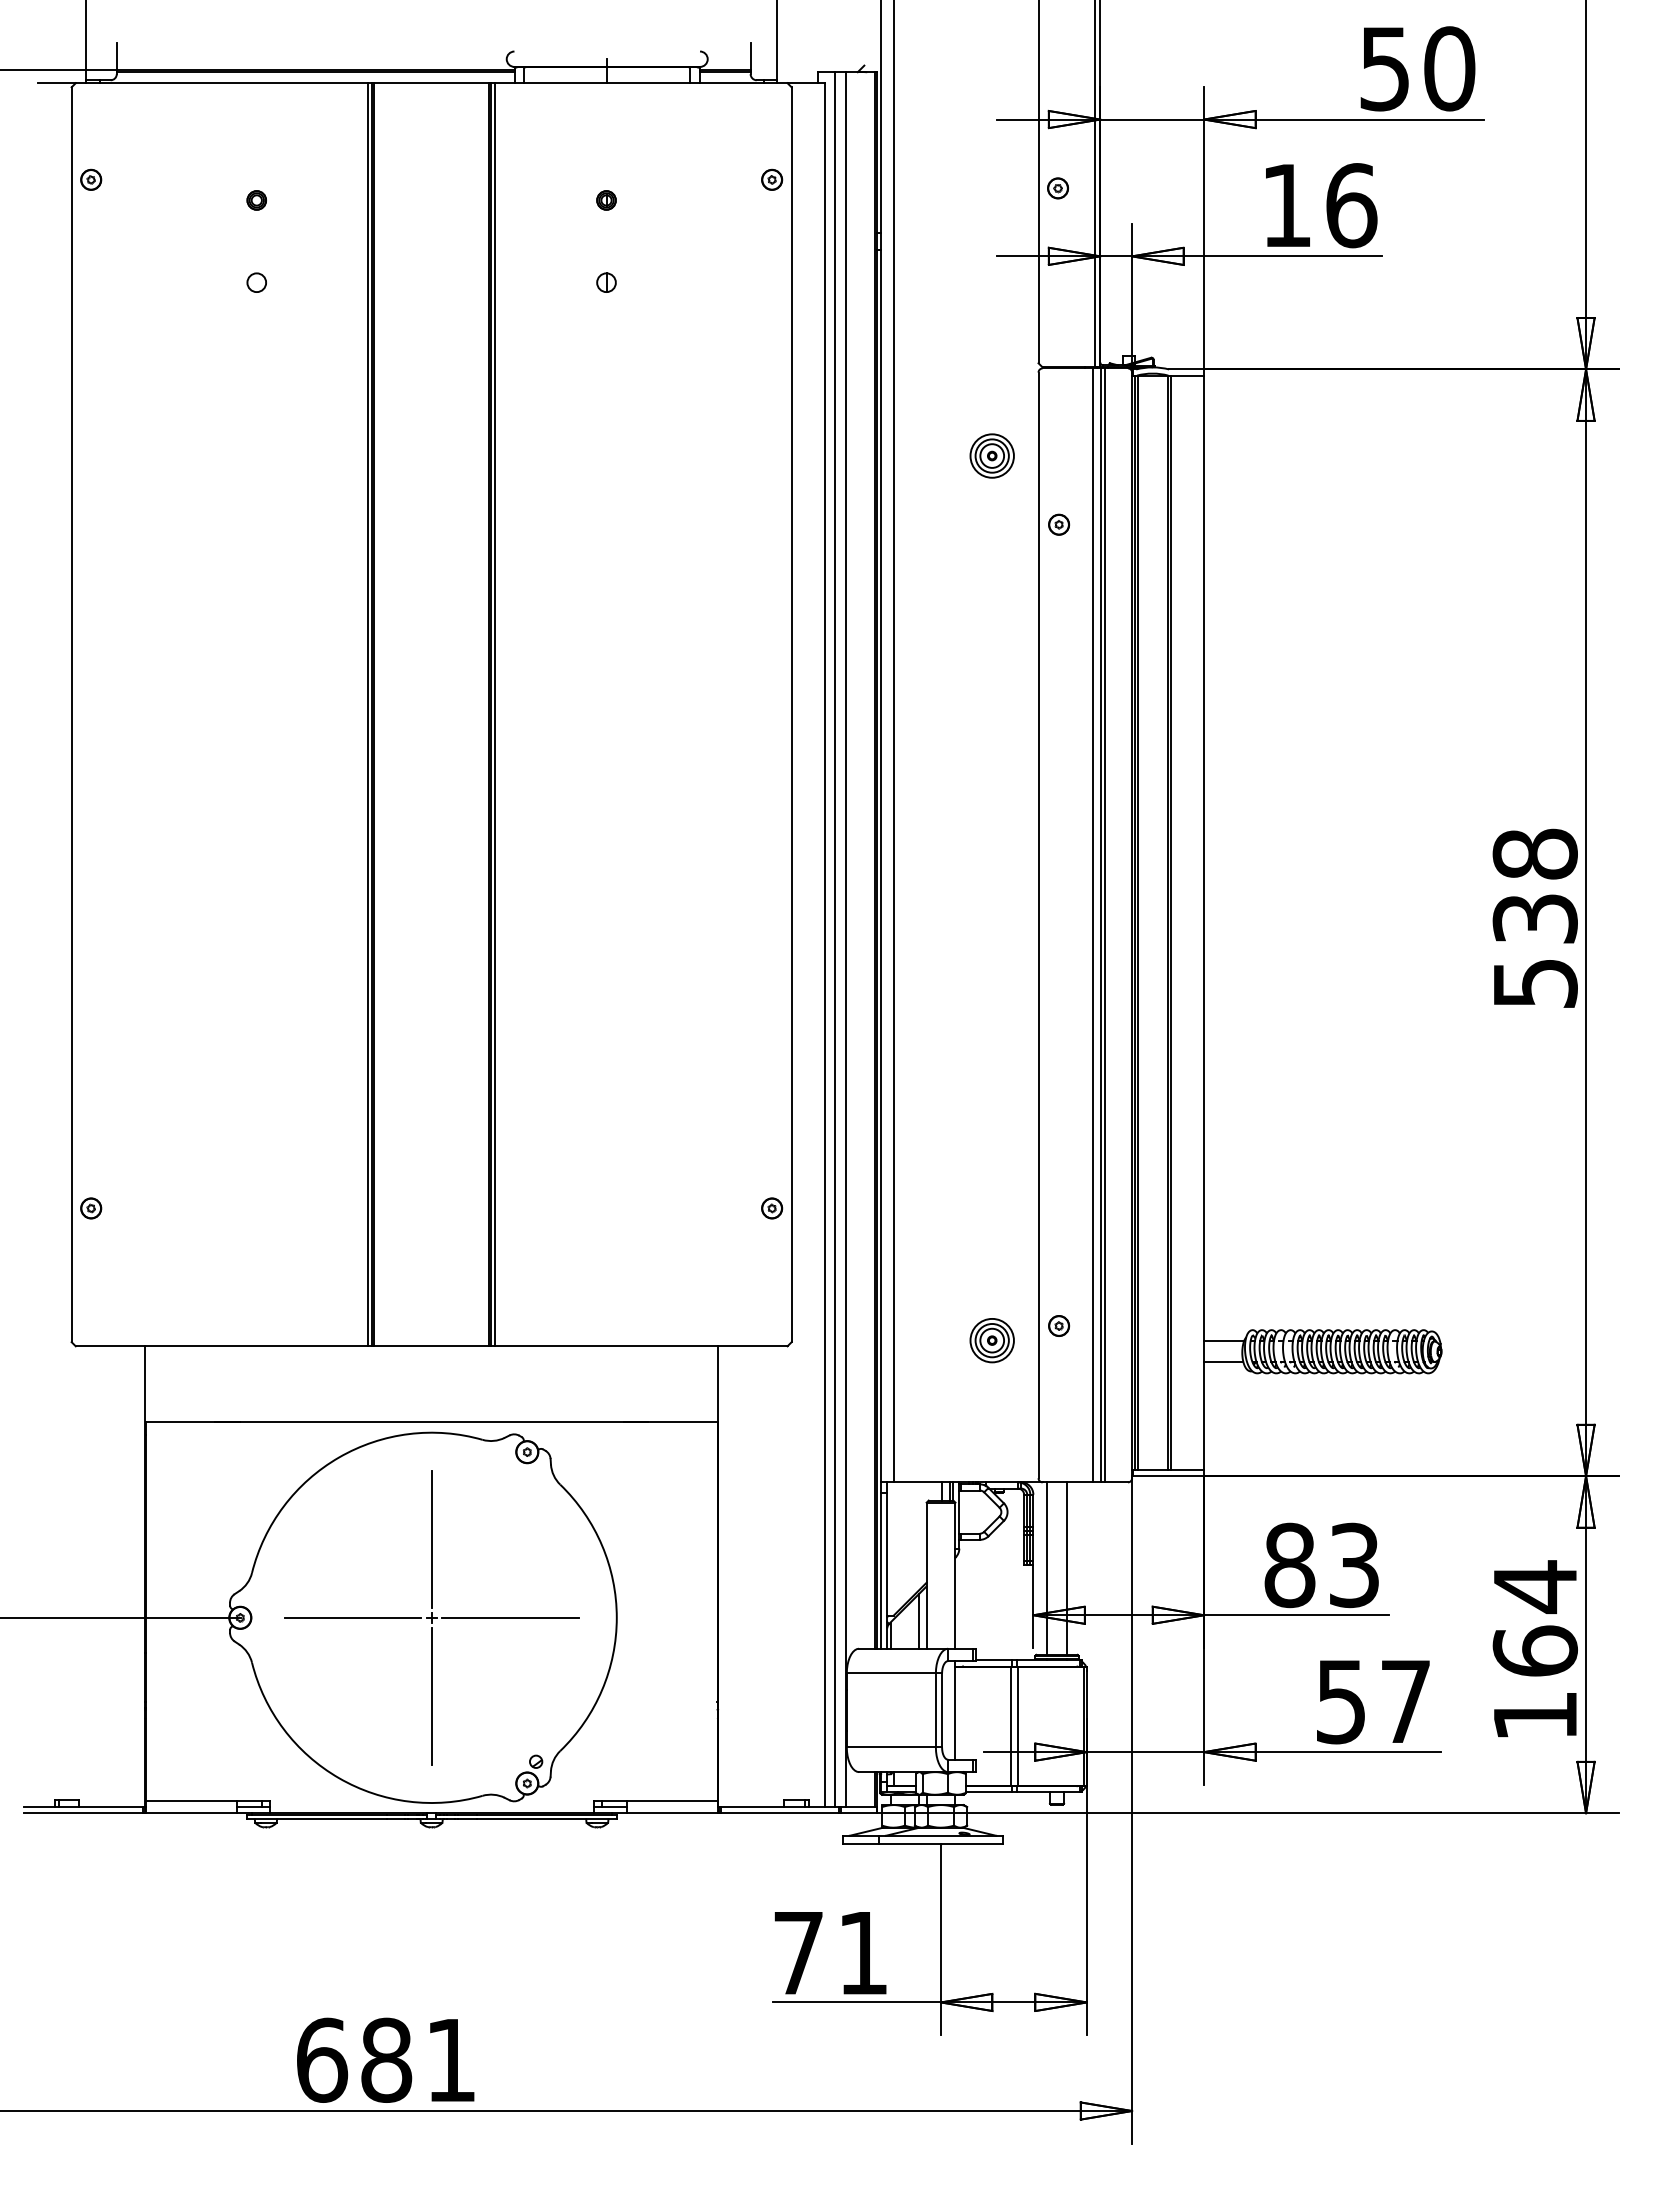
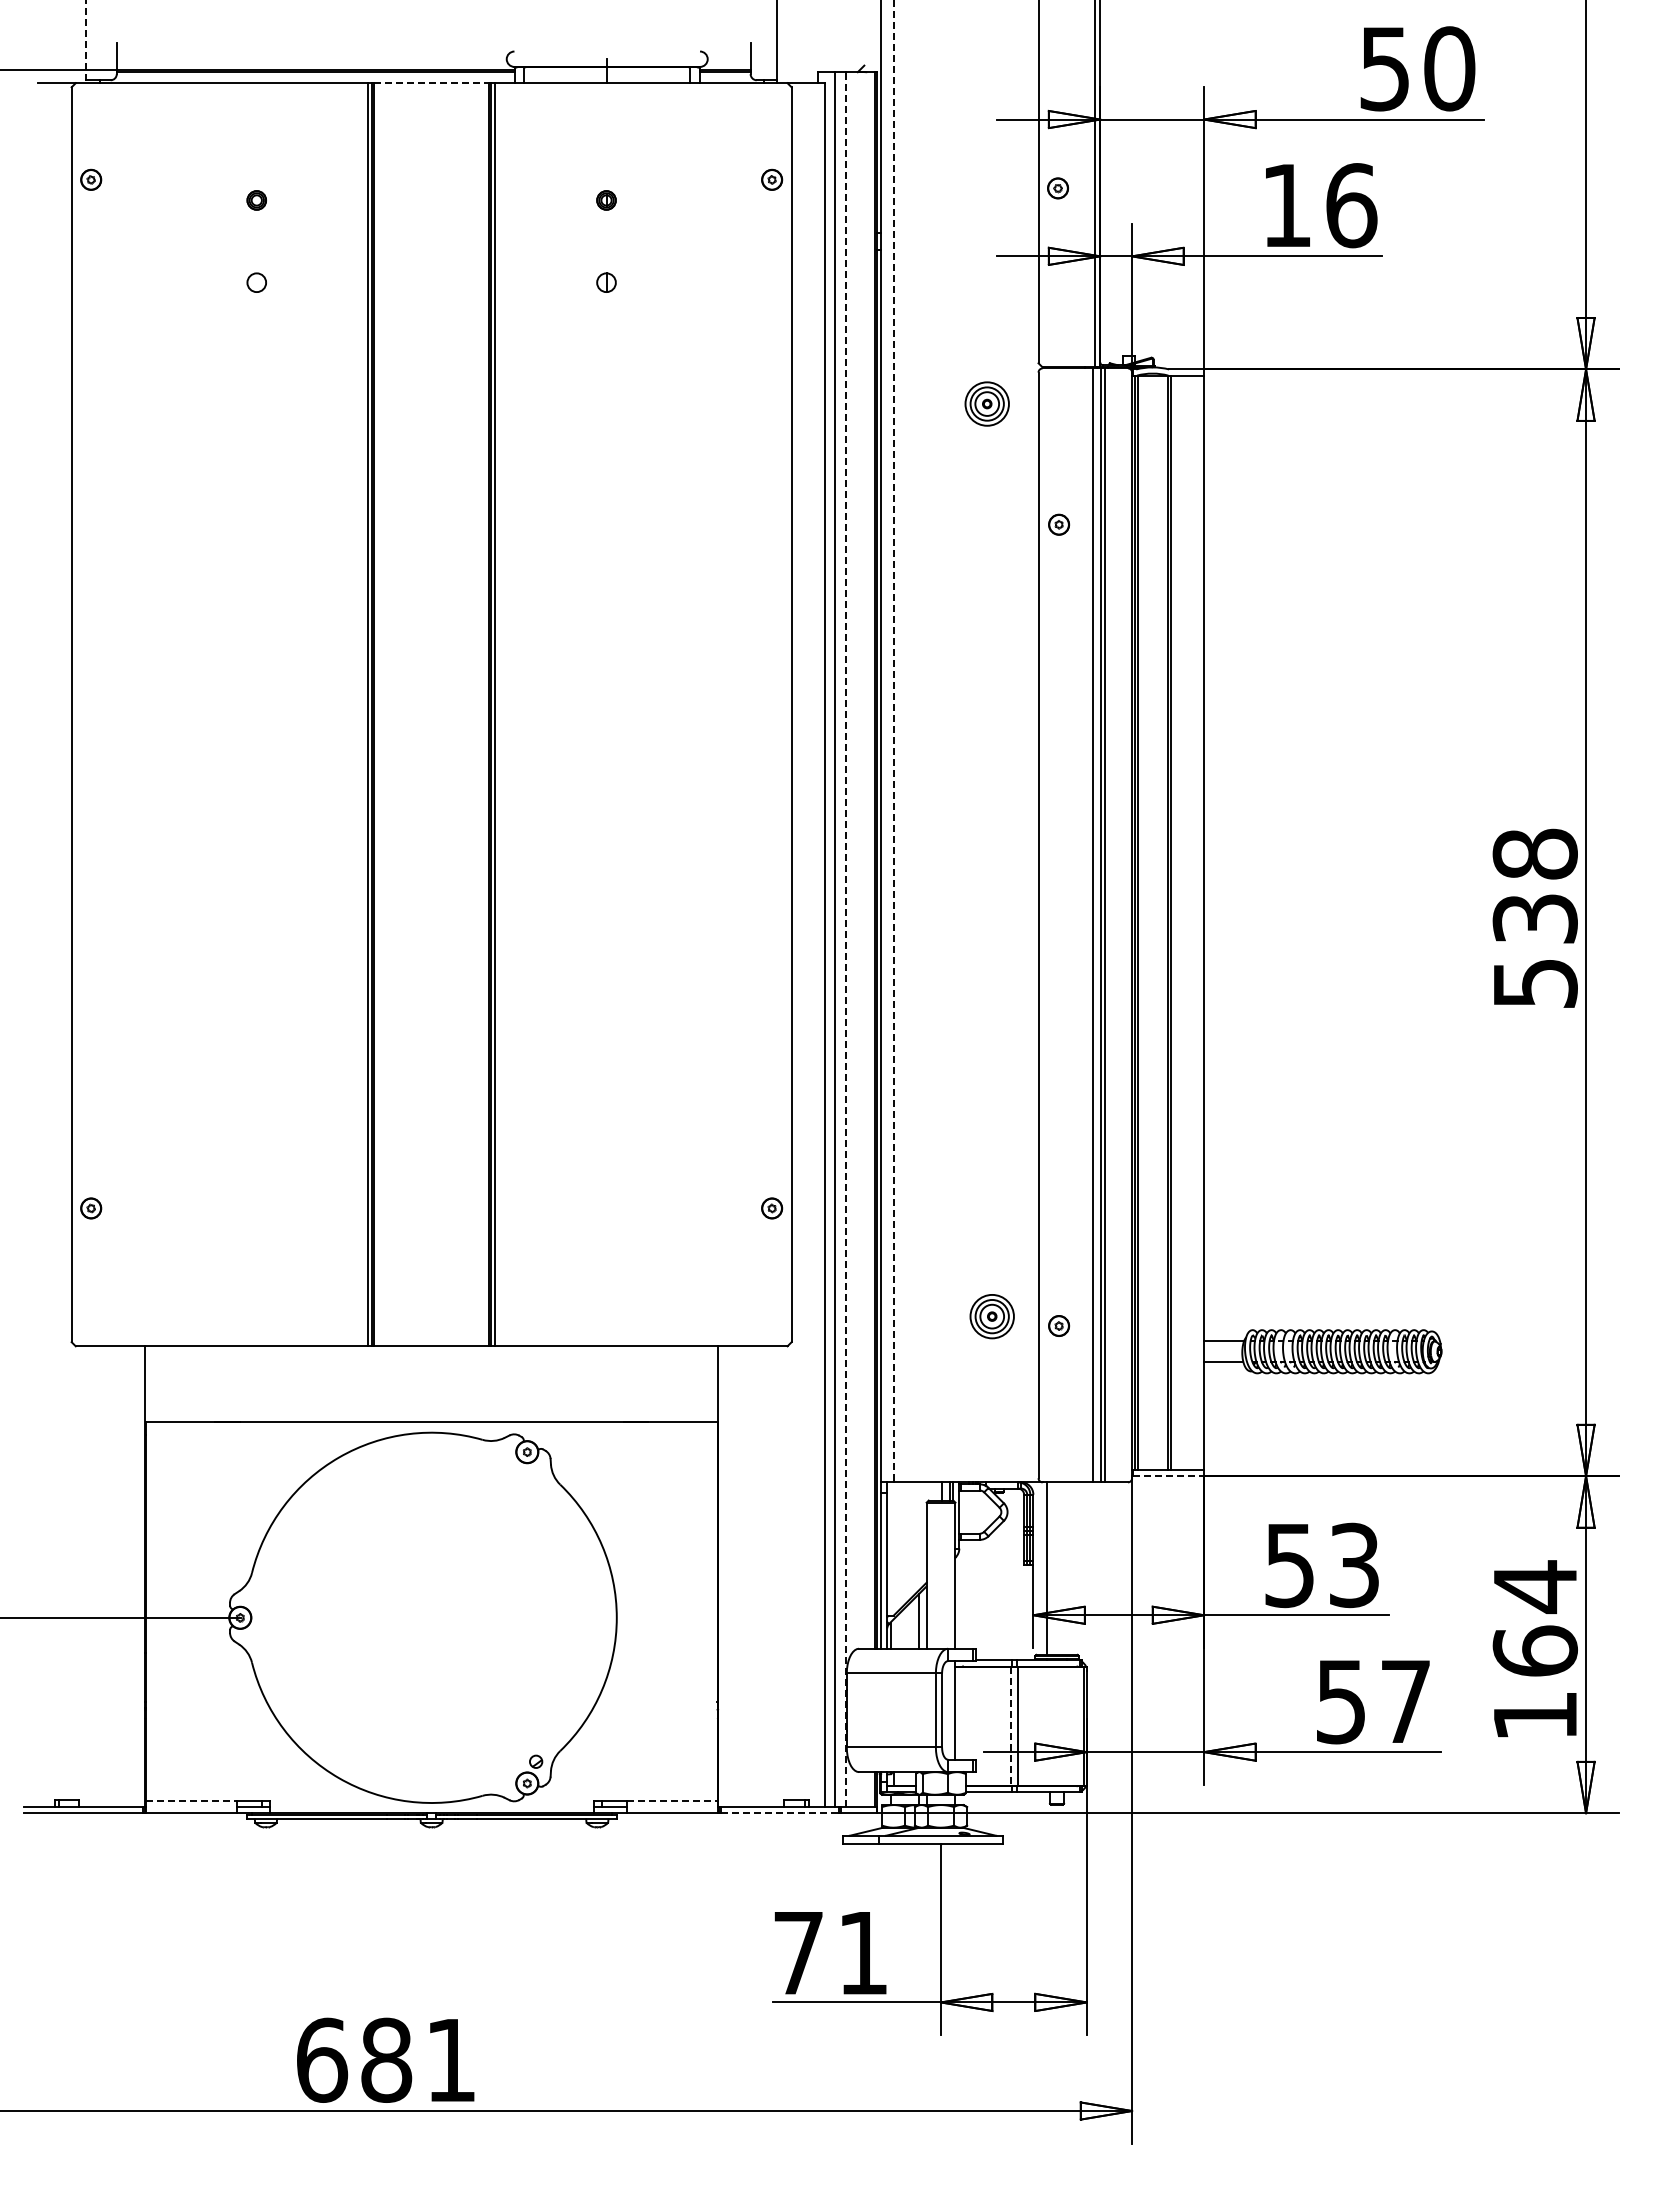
line at (86, 42): solid -> dashed
line at (431, 83): solid -> dashed
part at (991, 455) position: (991, 455) -> (986, 403)
line at (893, 741): solid -> dashed
line at (845, 939): solid -> dashed
part at (991, 1340) position: (991, 1340) -> (991, 1316)
line at (1169, 1476): solid -> dashed
text at (1289, 1565): 83 -> 53
line at (1067, 1568): present -> none
part at (431, 1617): present -> none
line at (1011, 1726): solid -> dashed
line at (191, 1800): solid -> dashed
line at (672, 1800): solid -> dashed
line at (780, 1813): solid -> dashed
